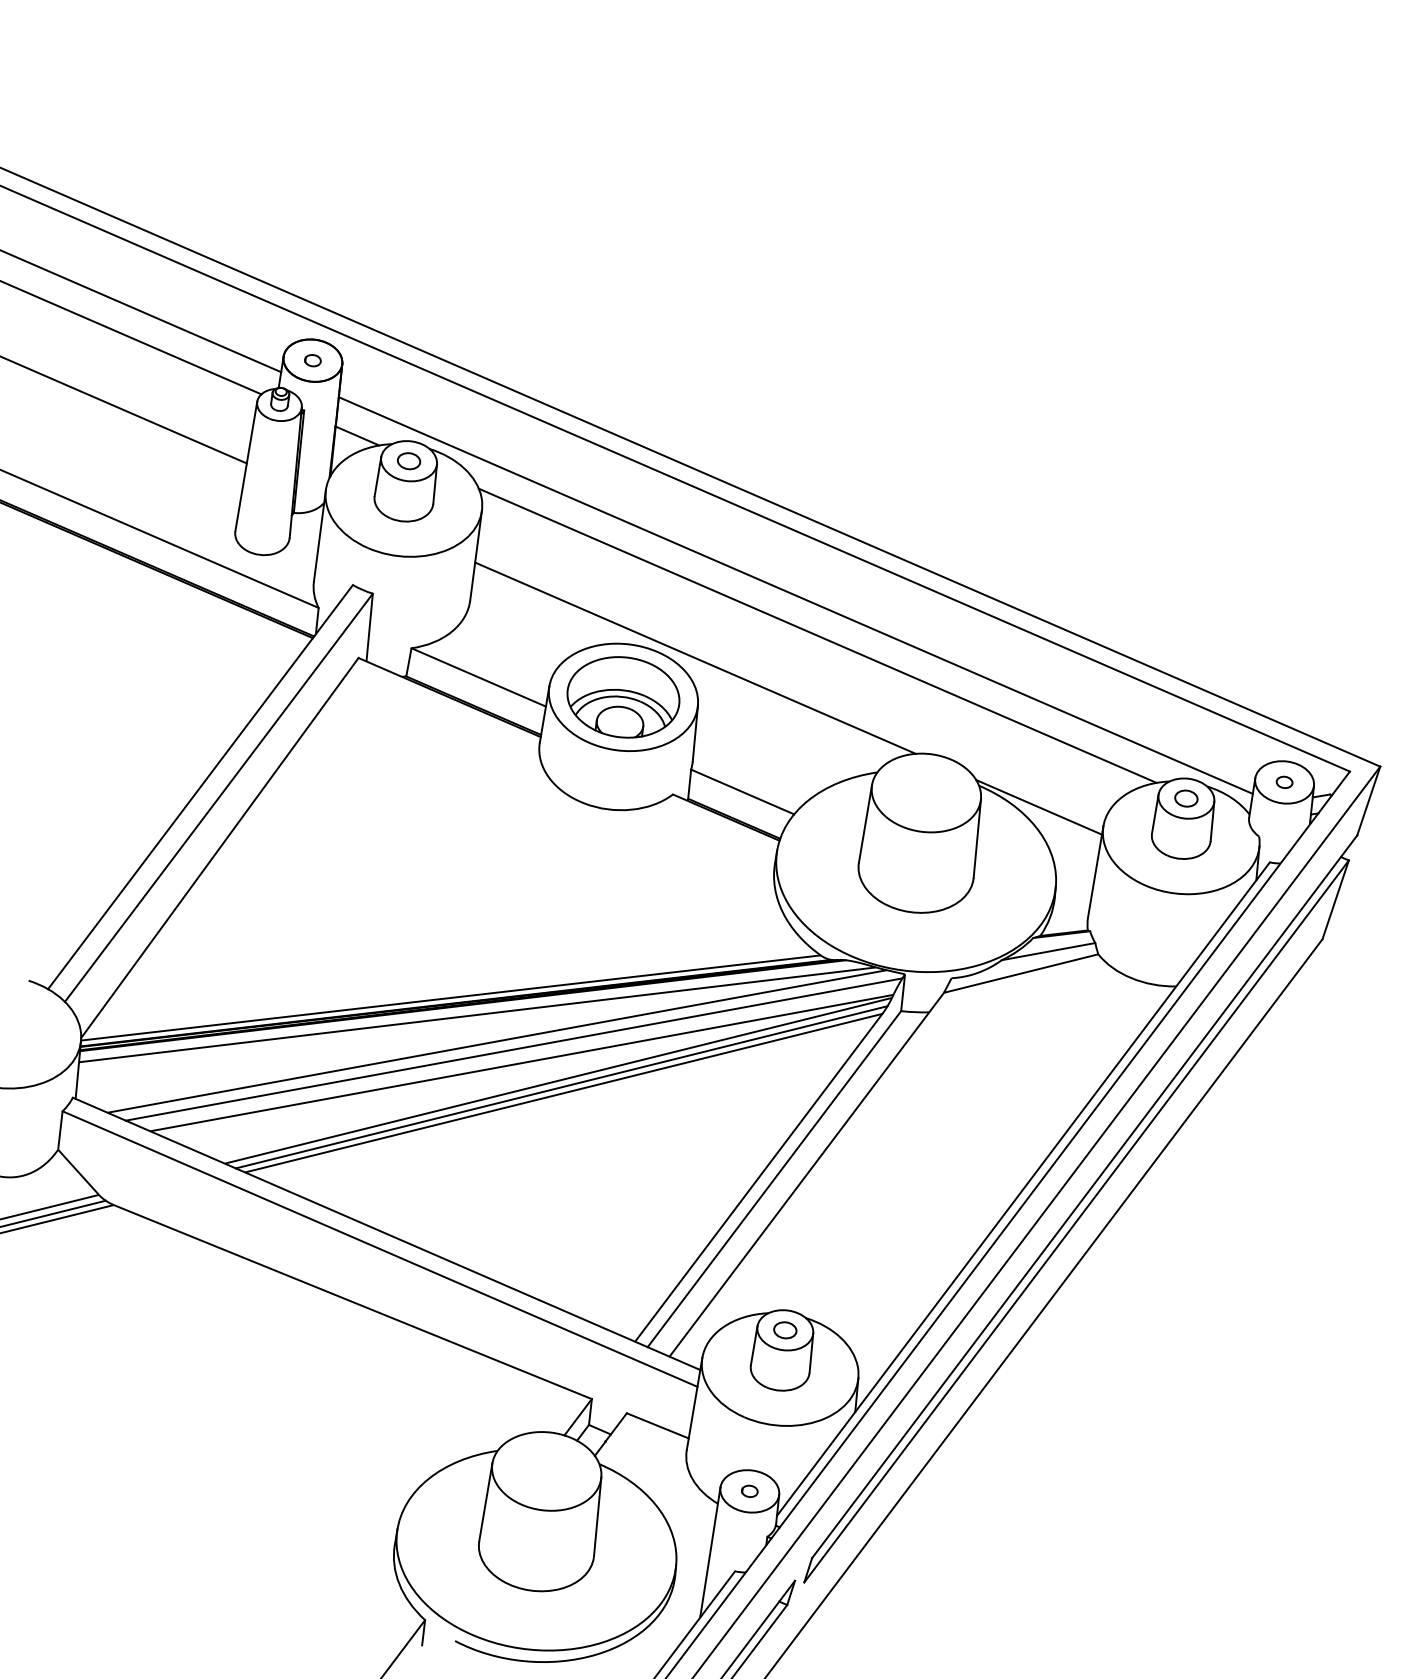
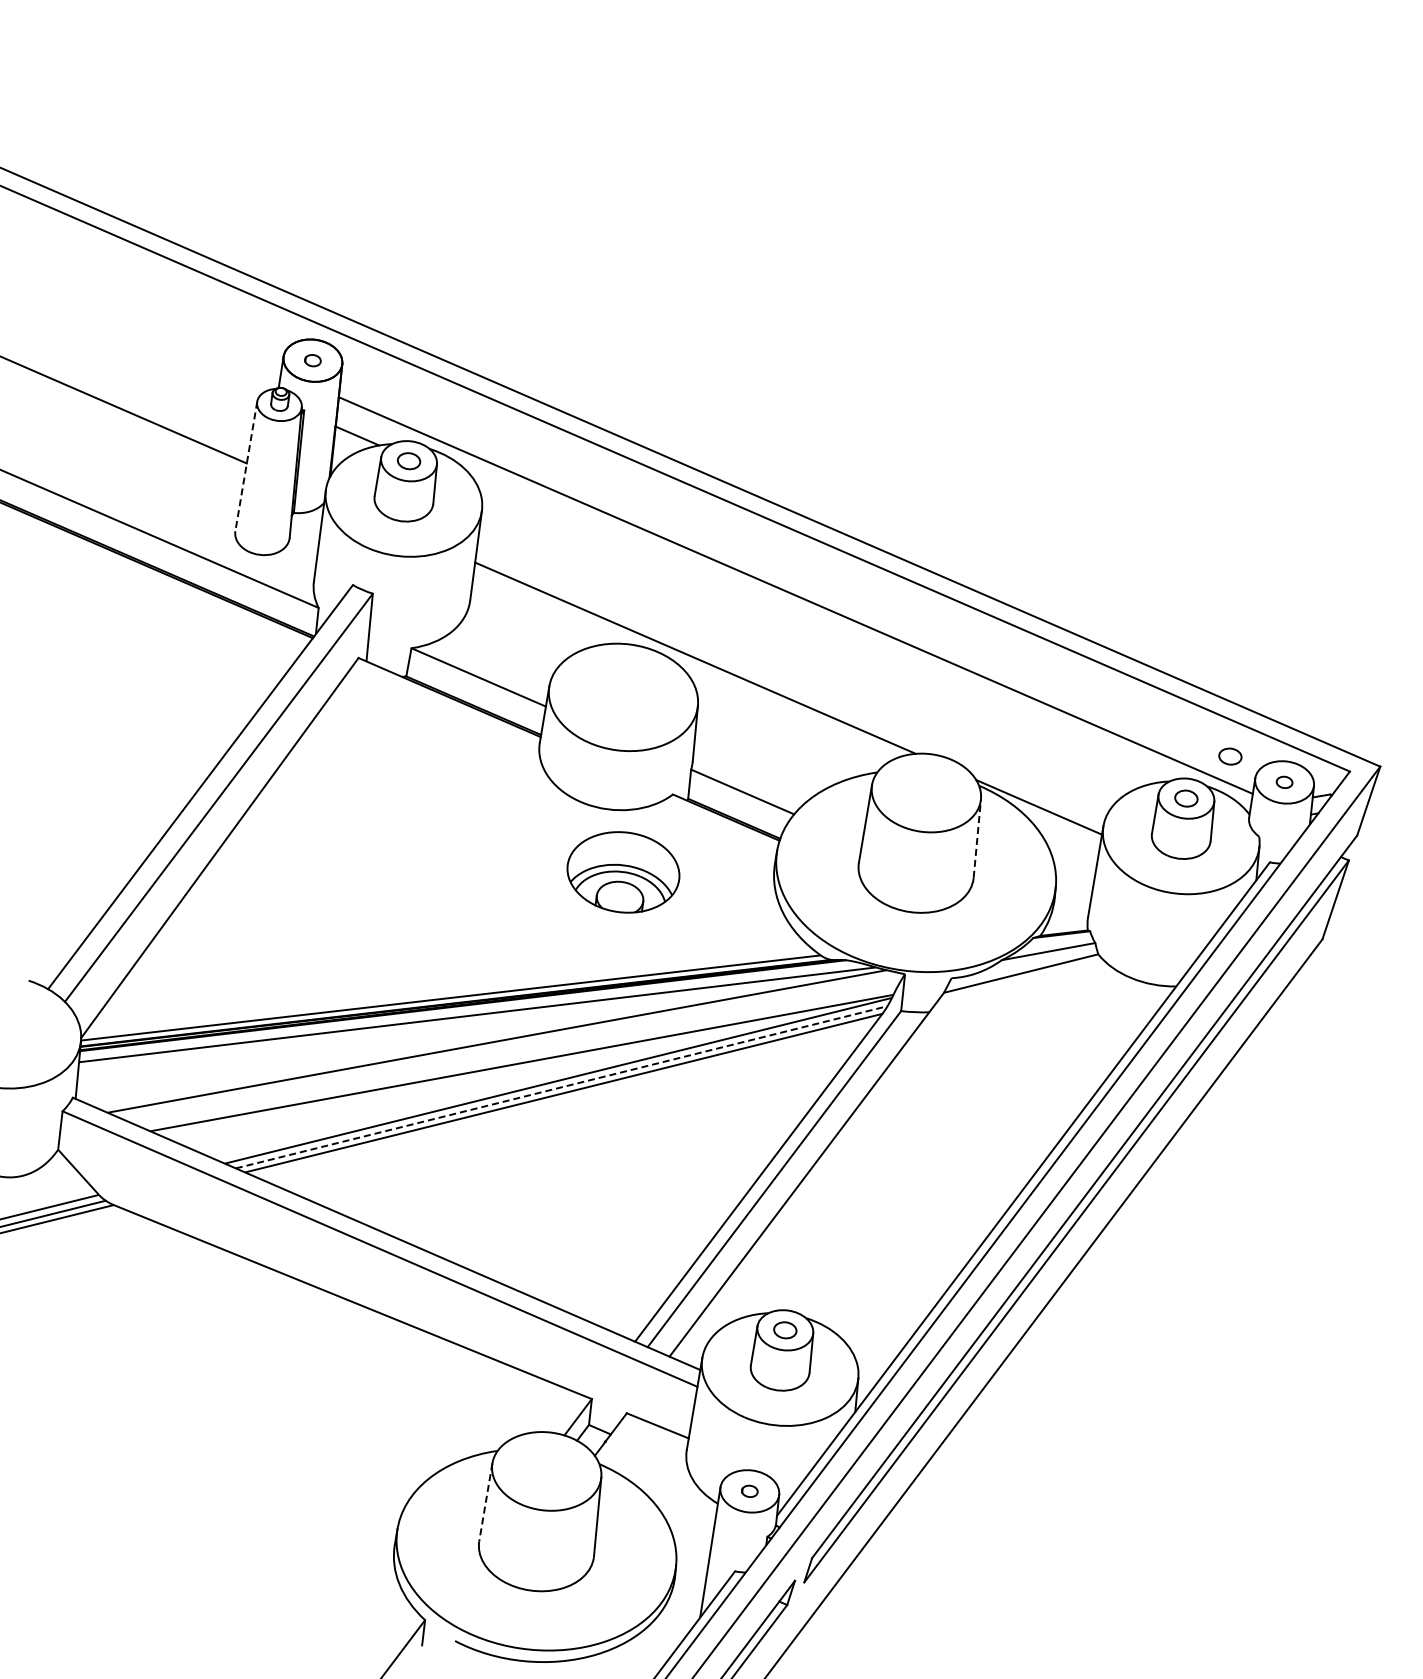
line at (141, 311): present -> none
line at (131, 337): present -> none
line at (246, 466): solid -> dashed
line at (817, 635): present -> none
part at (623, 697) position: (623, 697) -> (623, 872)
part at (1230, 756): none -> present
line at (977, 838): solid -> dashed
line at (513, 1049): present -> none
line at (561, 1087): solid -> dashed
line at (485, 1502): solid -> dashed
